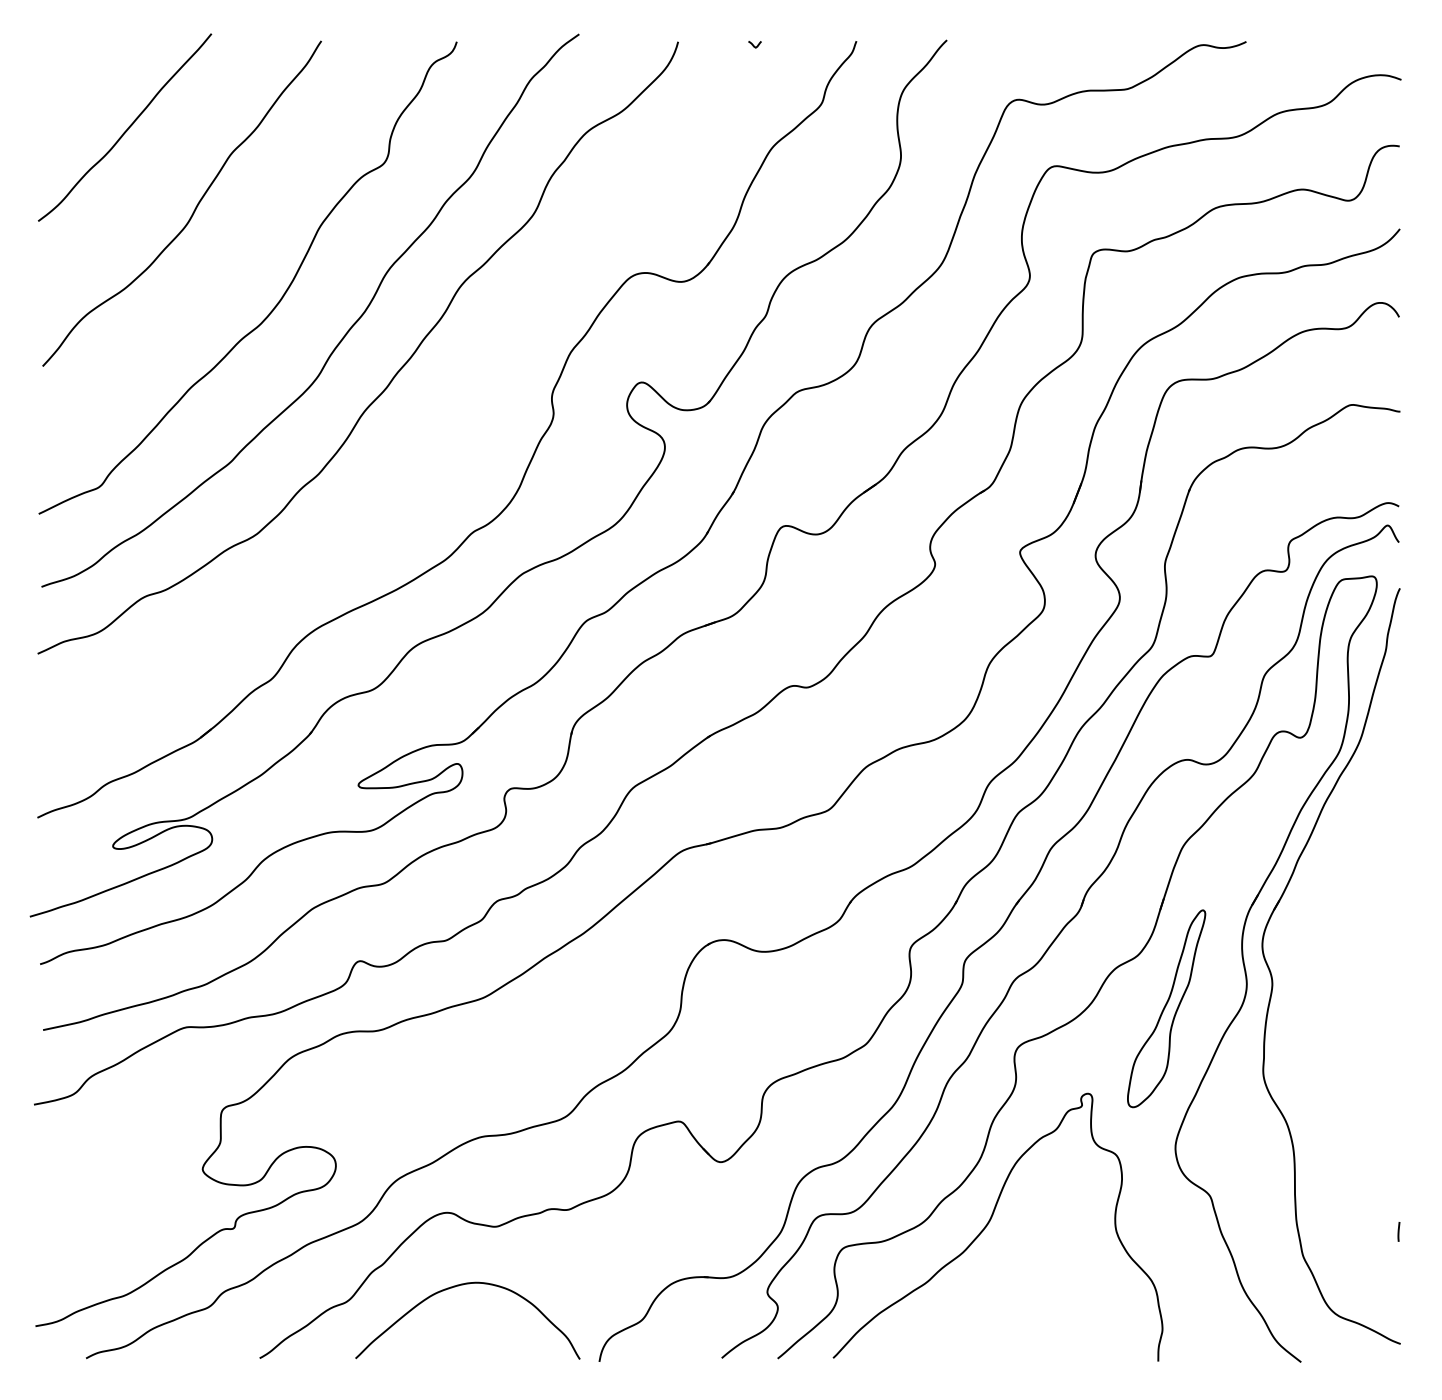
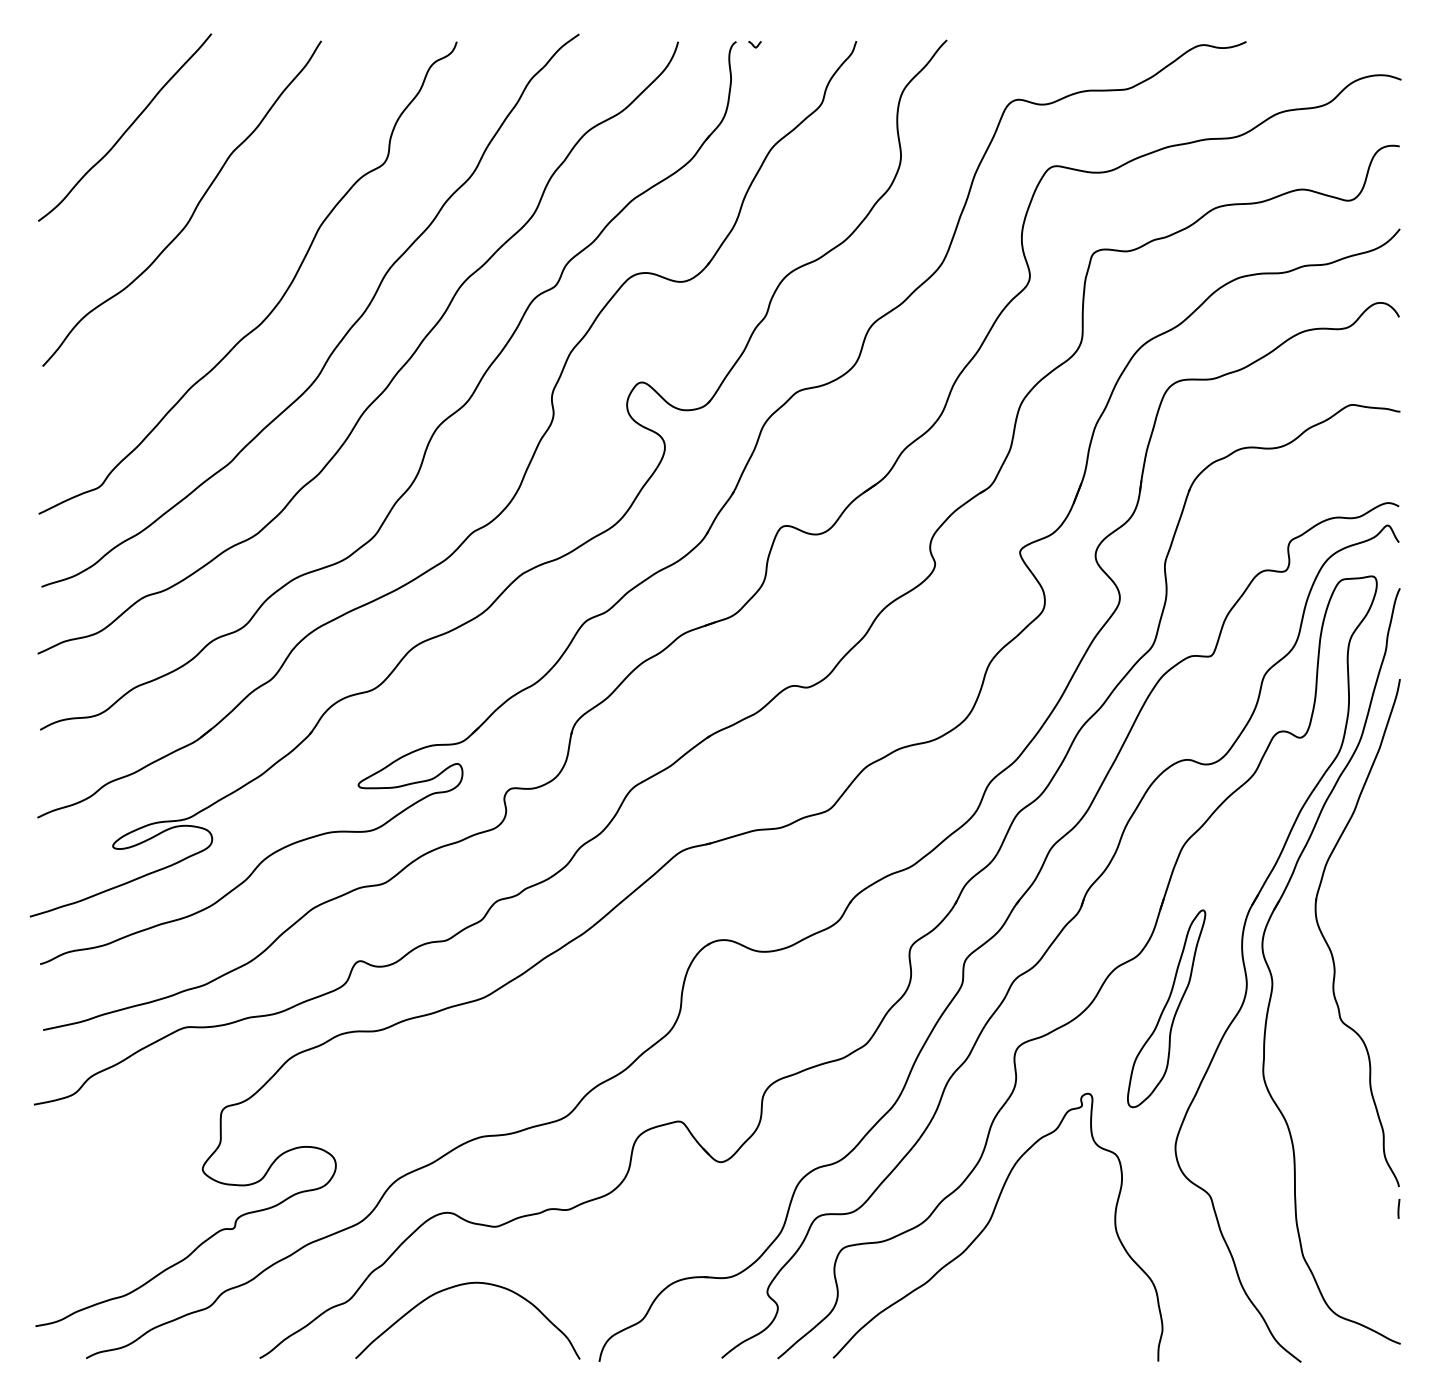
part at (435, 428): none -> present
part at (1329, 946): none -> present
line at (1398, 1231) position: (1398, 1231) -> (1398, 1208)
